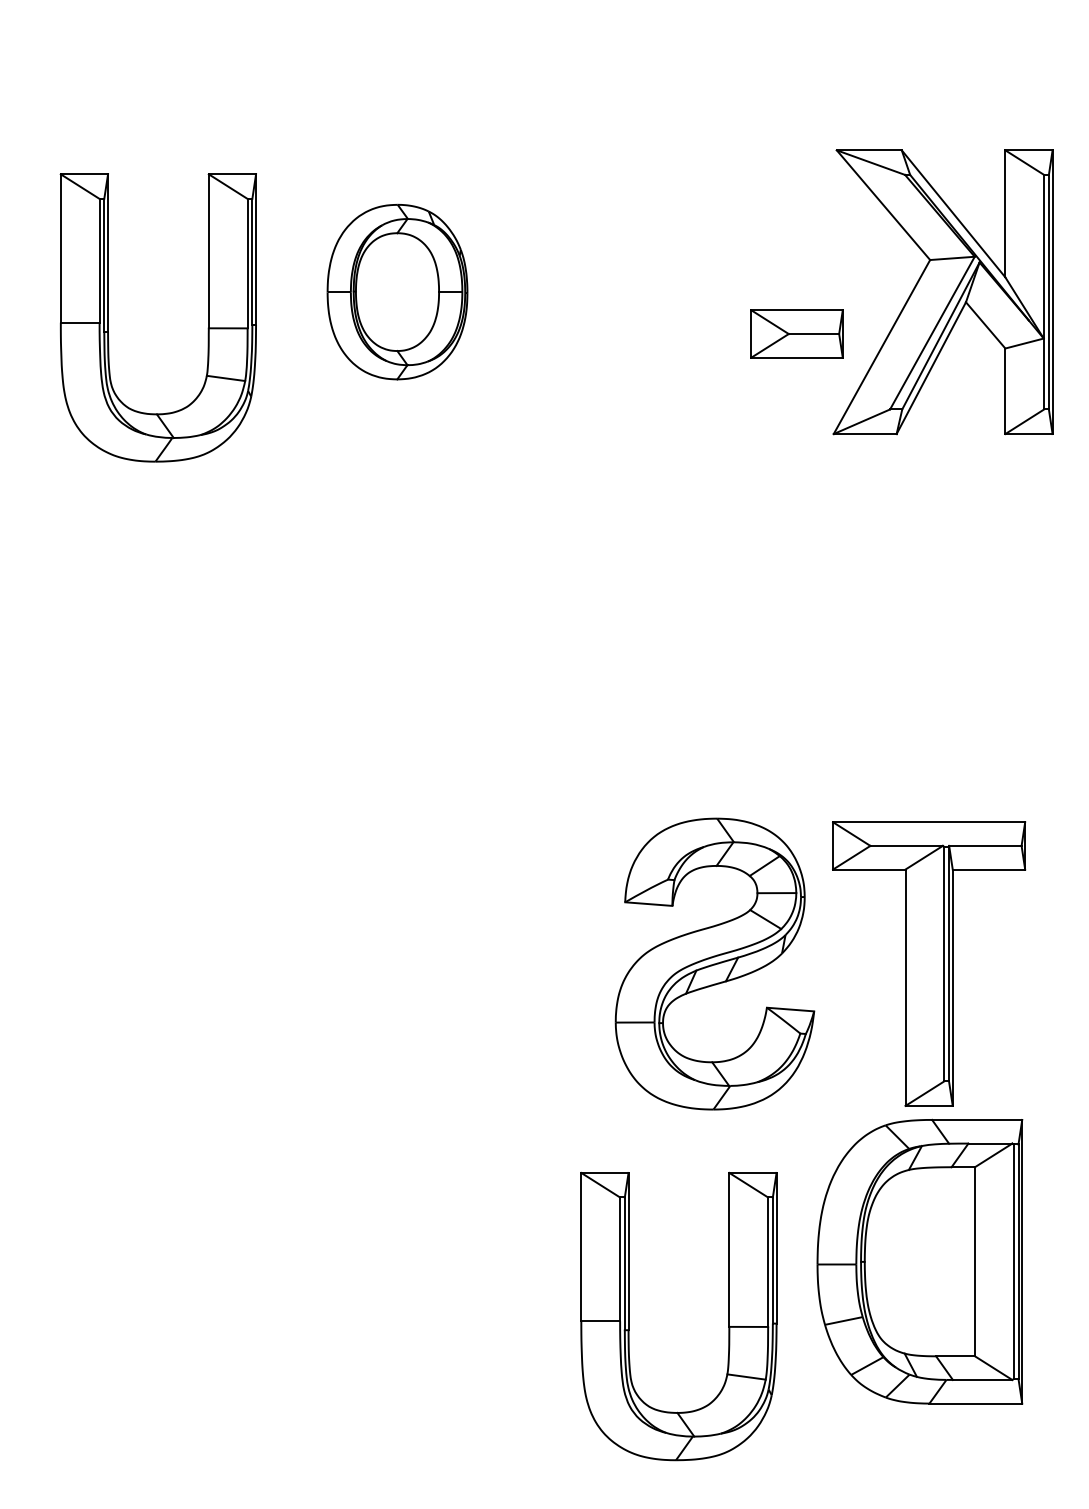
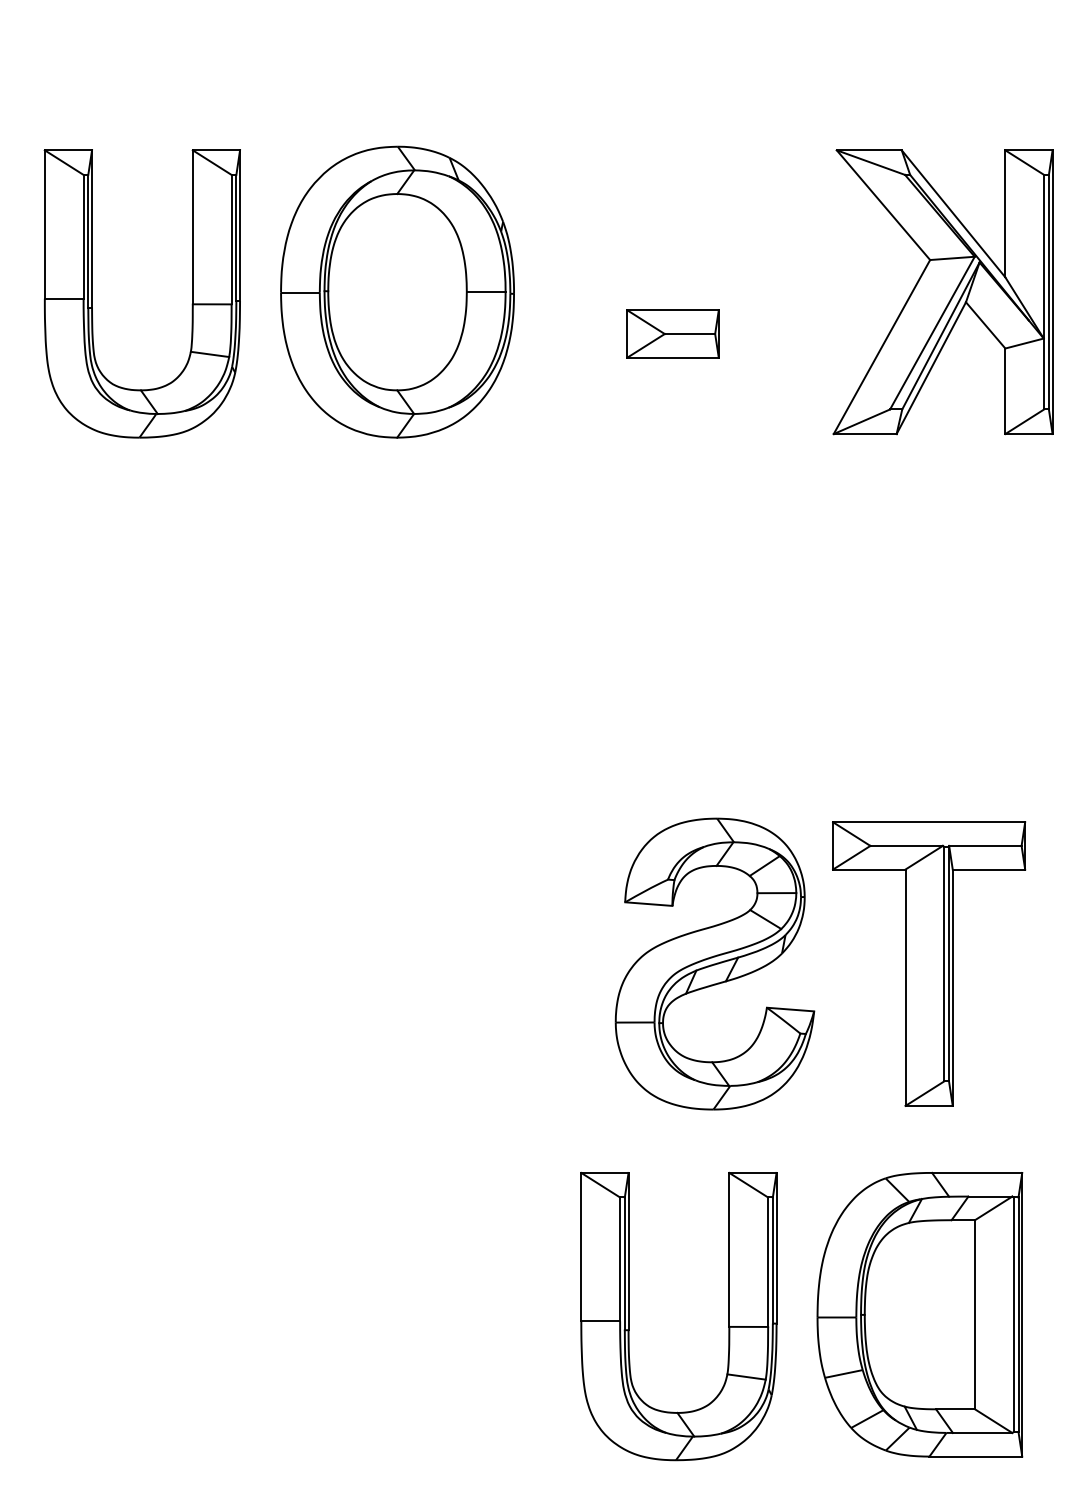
part at (397, 291) size: 143x178 px -> 235x294 px
part at (108, 317) position: (108, 317) -> (92, 293)
part at (796, 333) position: (796, 333) -> (672, 333)
part at (919, 1261) position: (919, 1261) -> (919, 1314)
